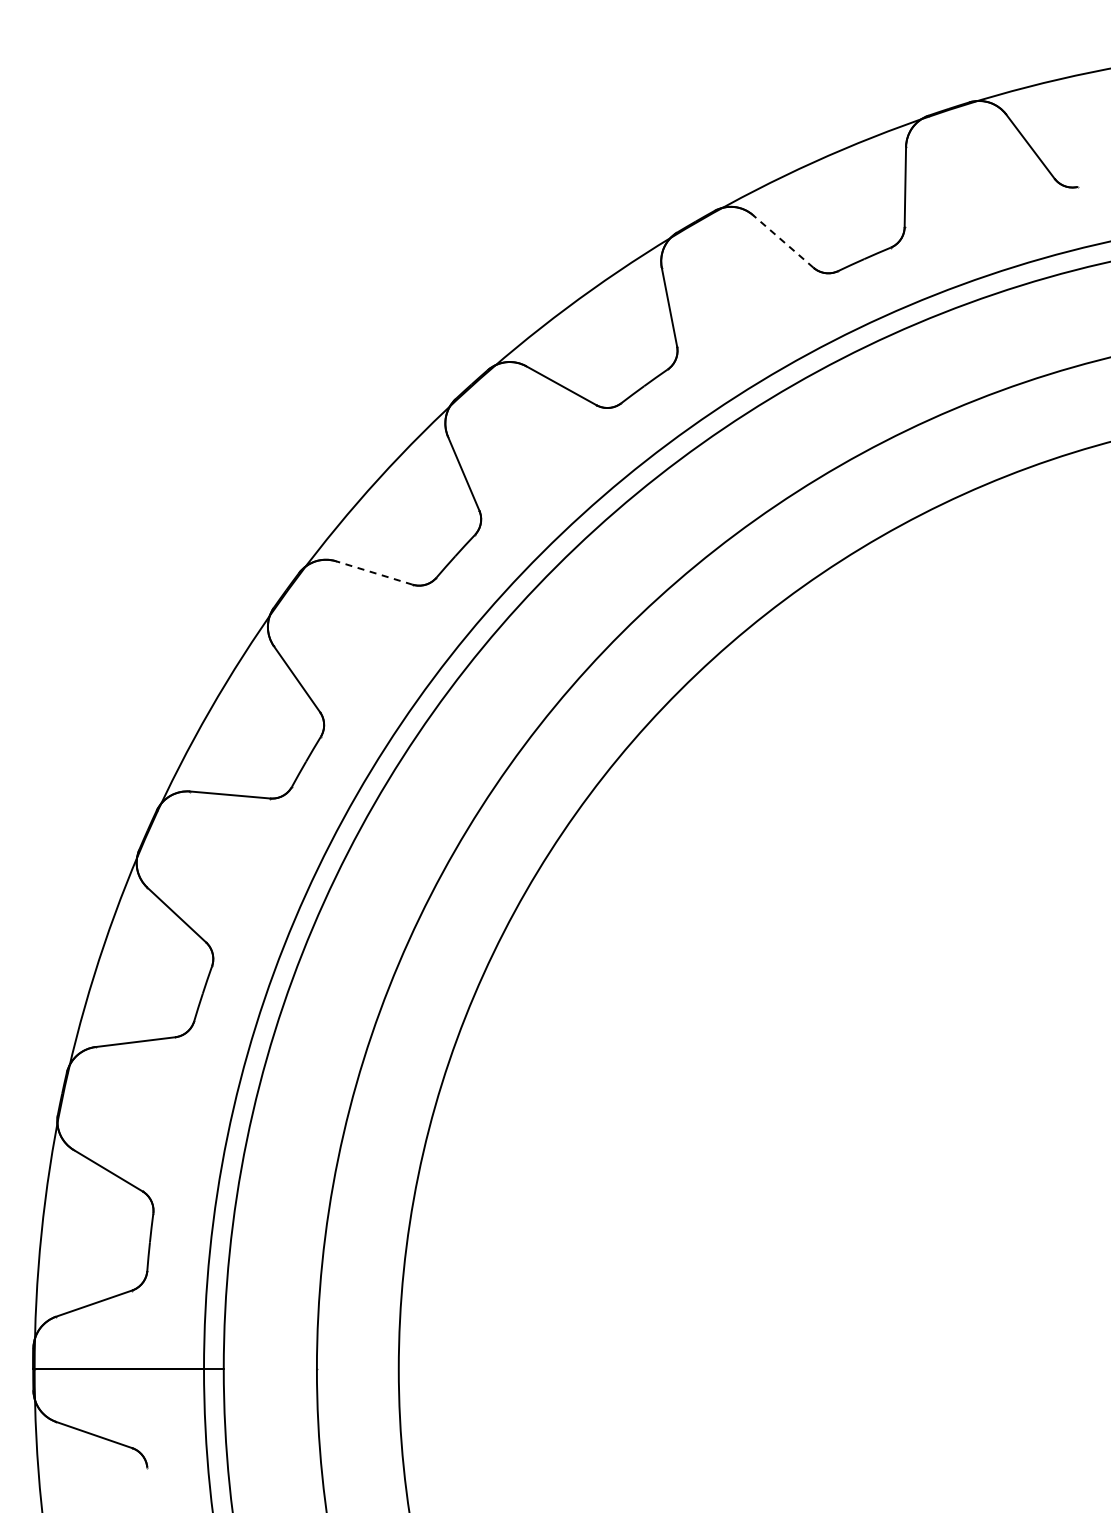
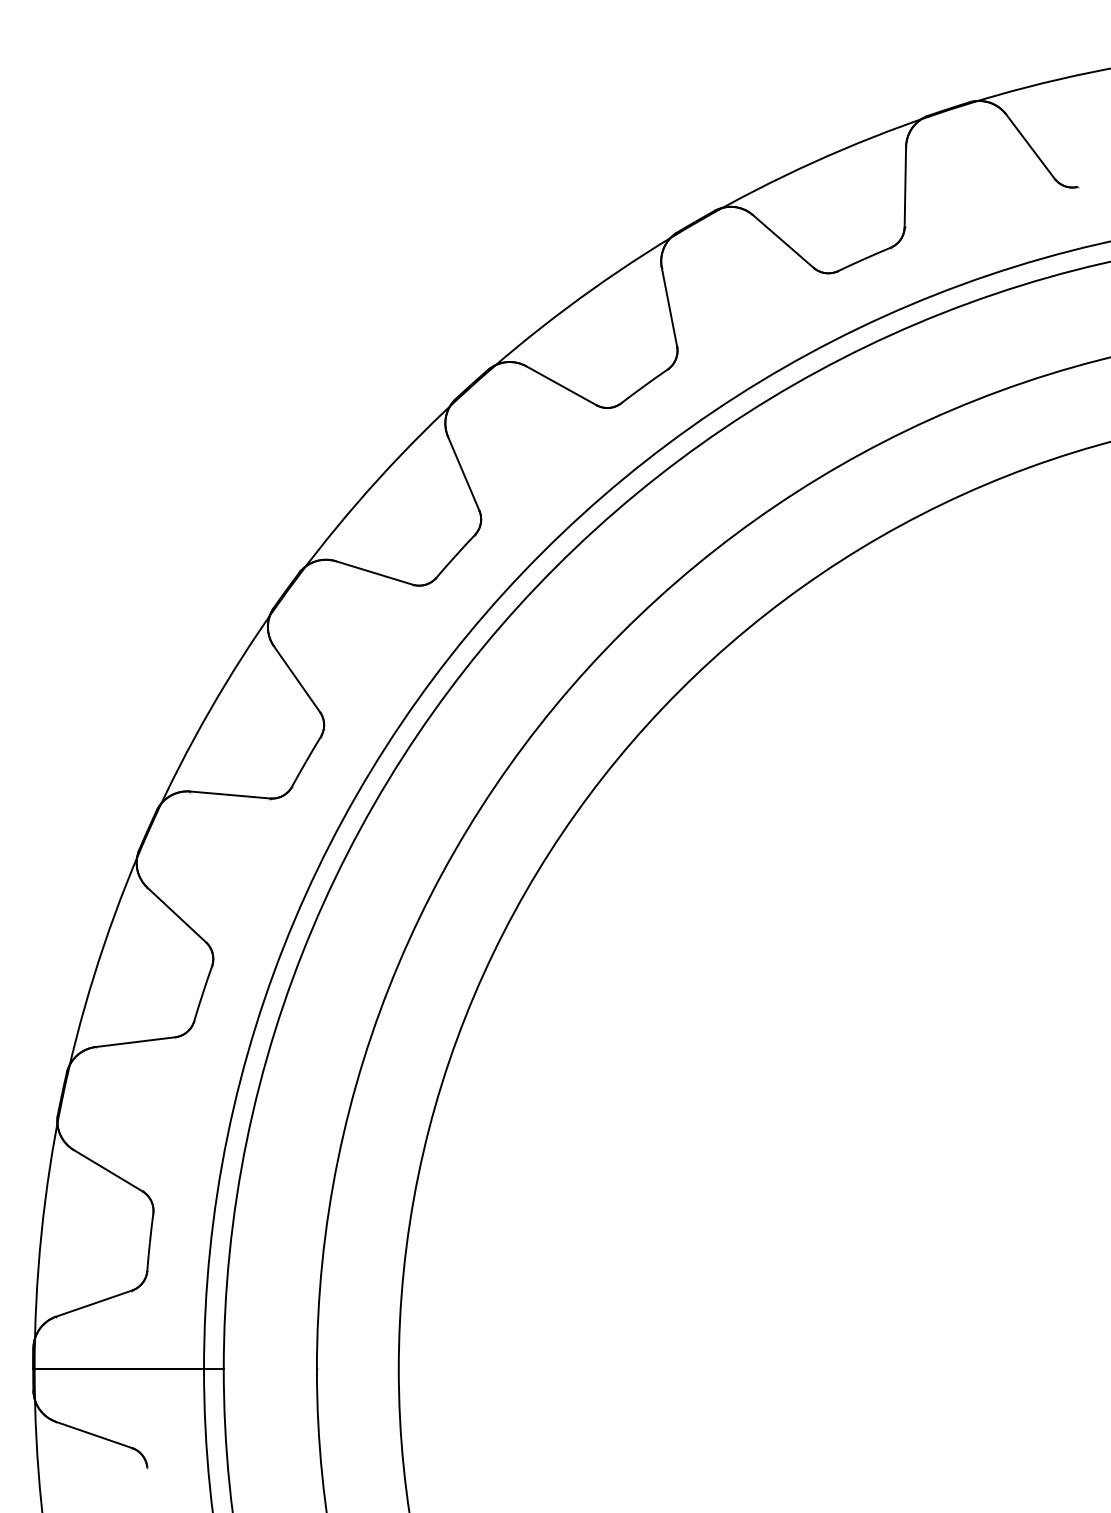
line at (782, 241): dashed -> solid
line at (373, 572): dashed -> solid
